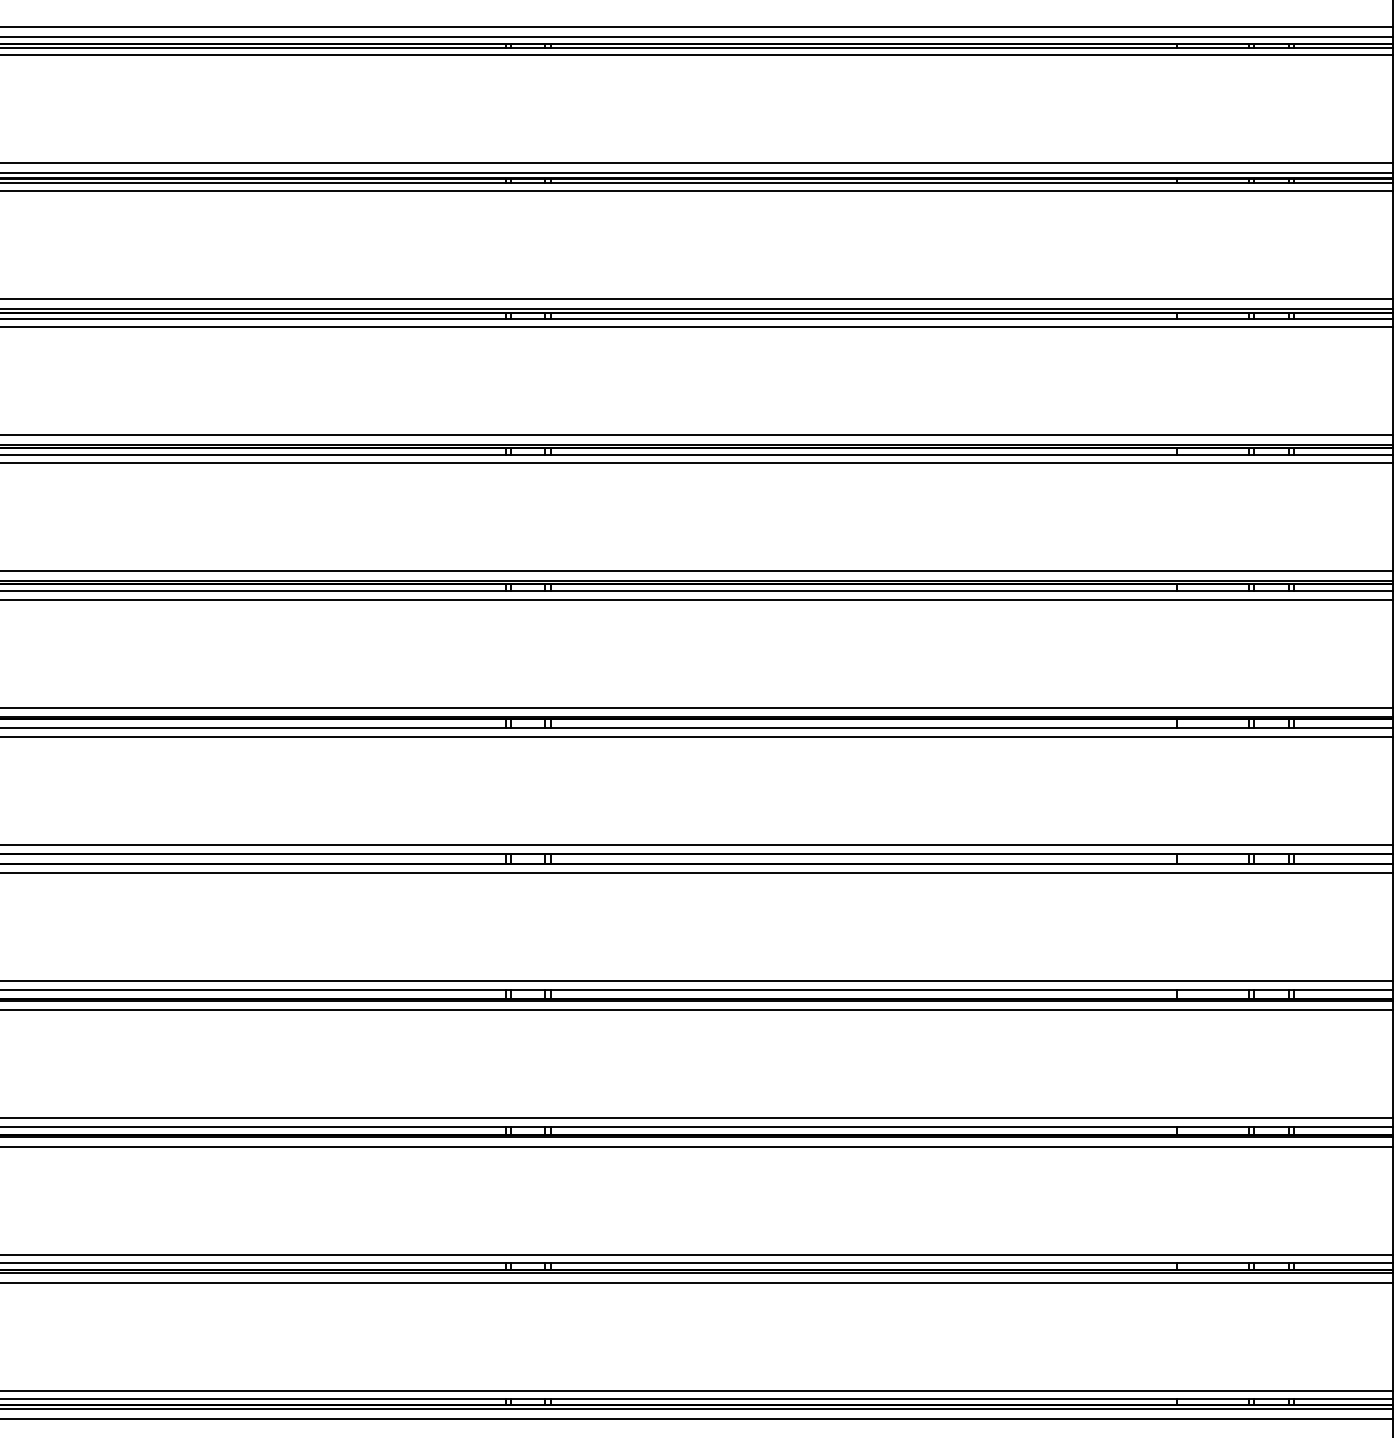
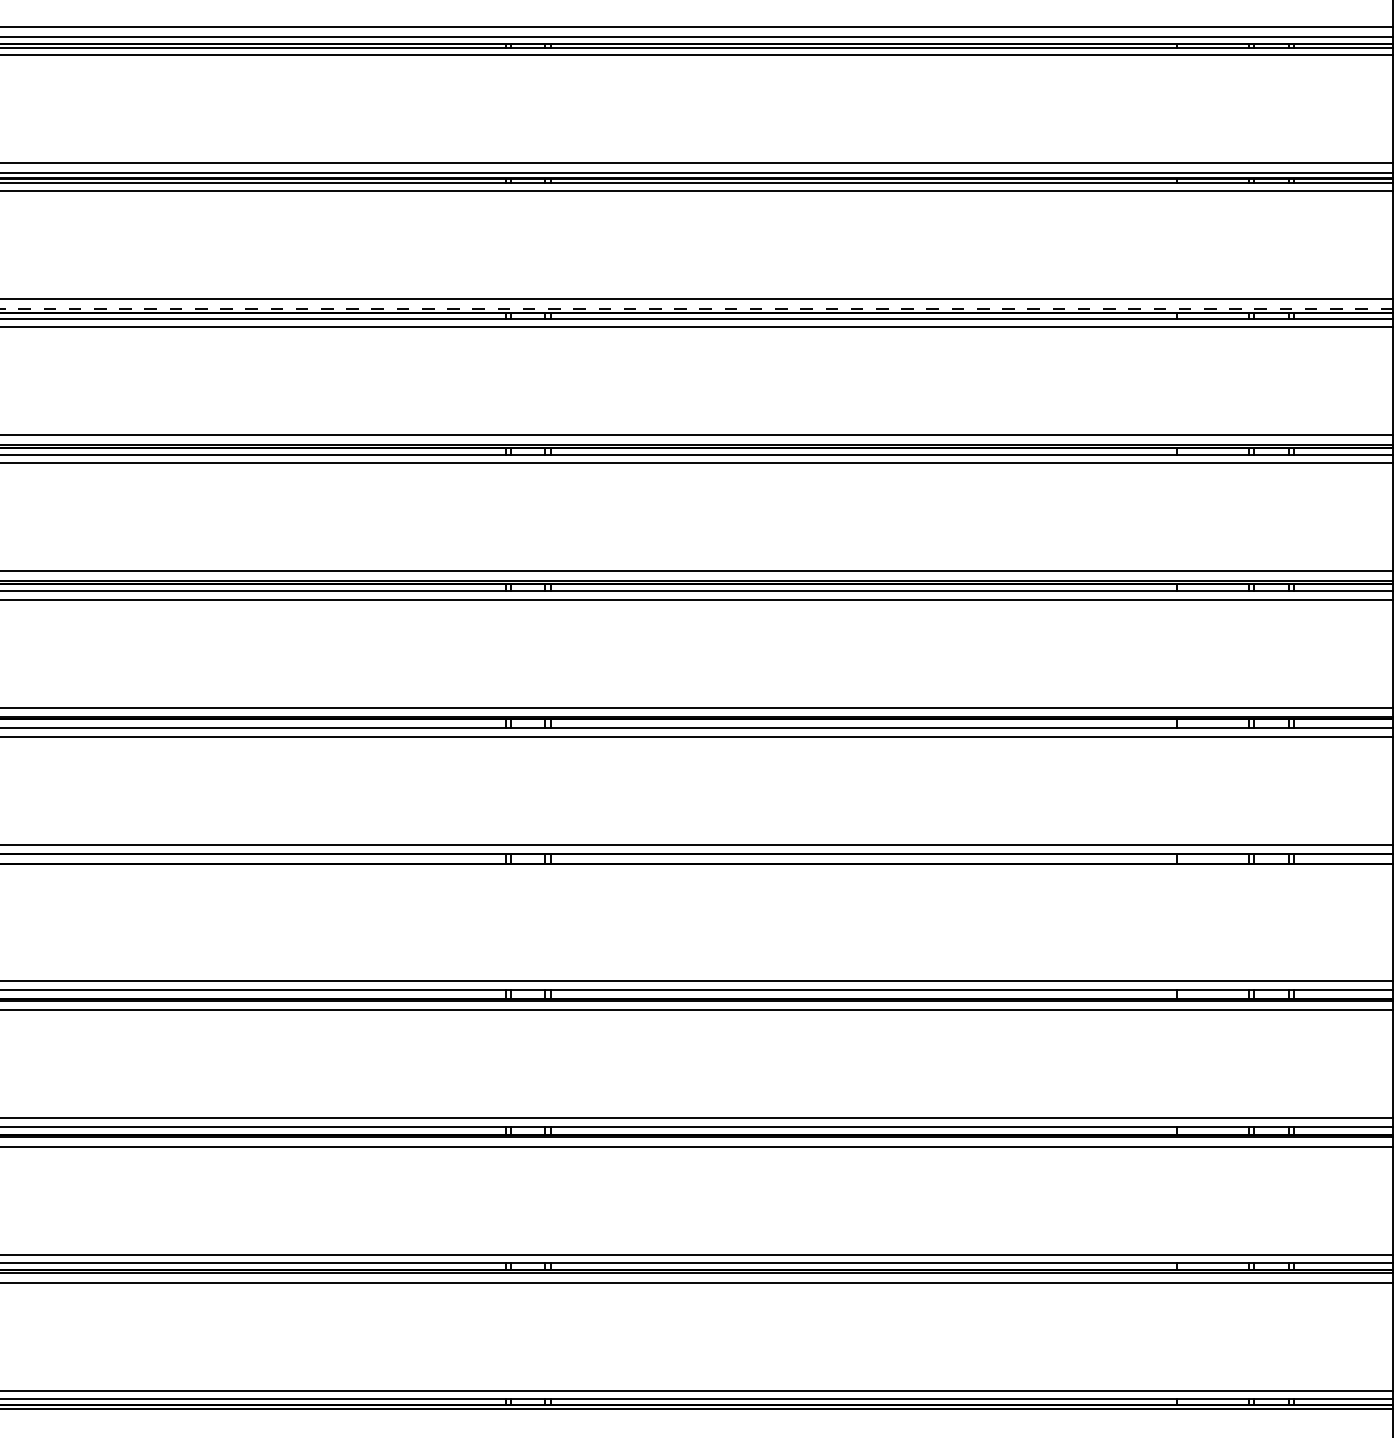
line at (696, 308): solid -> dashed
line at (696, 873): present -> none
line at (696, 1419): present -> none
